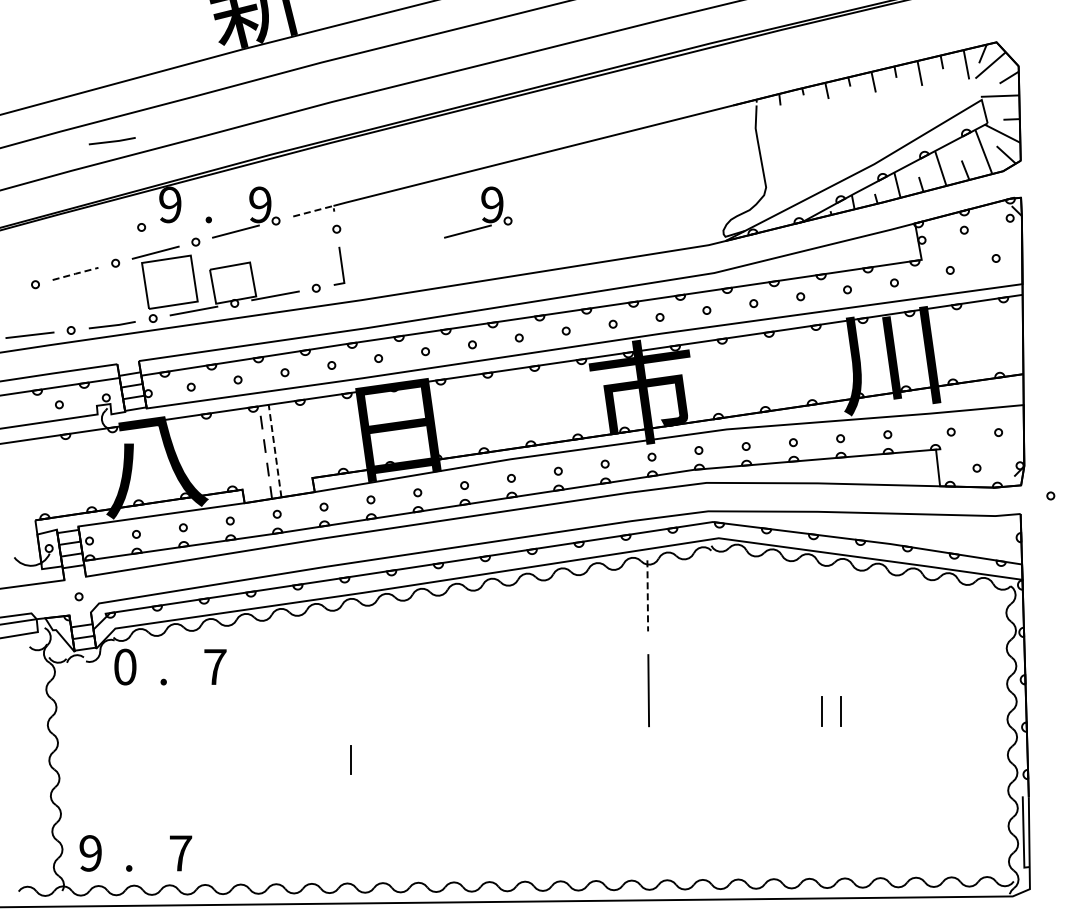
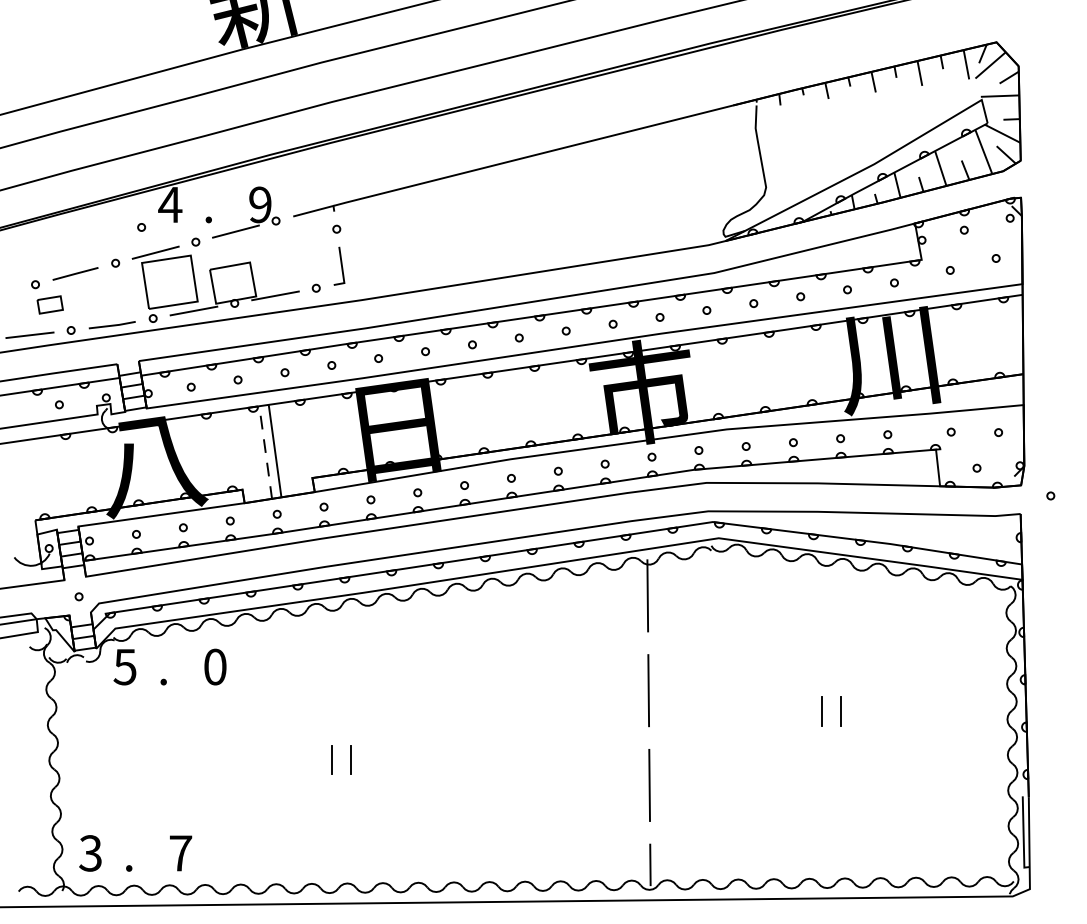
line at (111, 141): present -> none
text at (170, 204): 9 -> 4
line at (317, 210): dashed -> solid
part at (483, 217): present -> none
line at (75, 273): dashed -> solid
part at (49, 304): none -> present
line at (275, 451): dashed -> solid
line at (647, 595): dashed -> solid
text at (124, 666): 0 -> 5
text at (215, 666): 7 -> 0
line at (332, 759): none -> present
line at (649, 784): none -> present
text at (90, 853): 9 -> 3
line at (650, 864): none -> present
